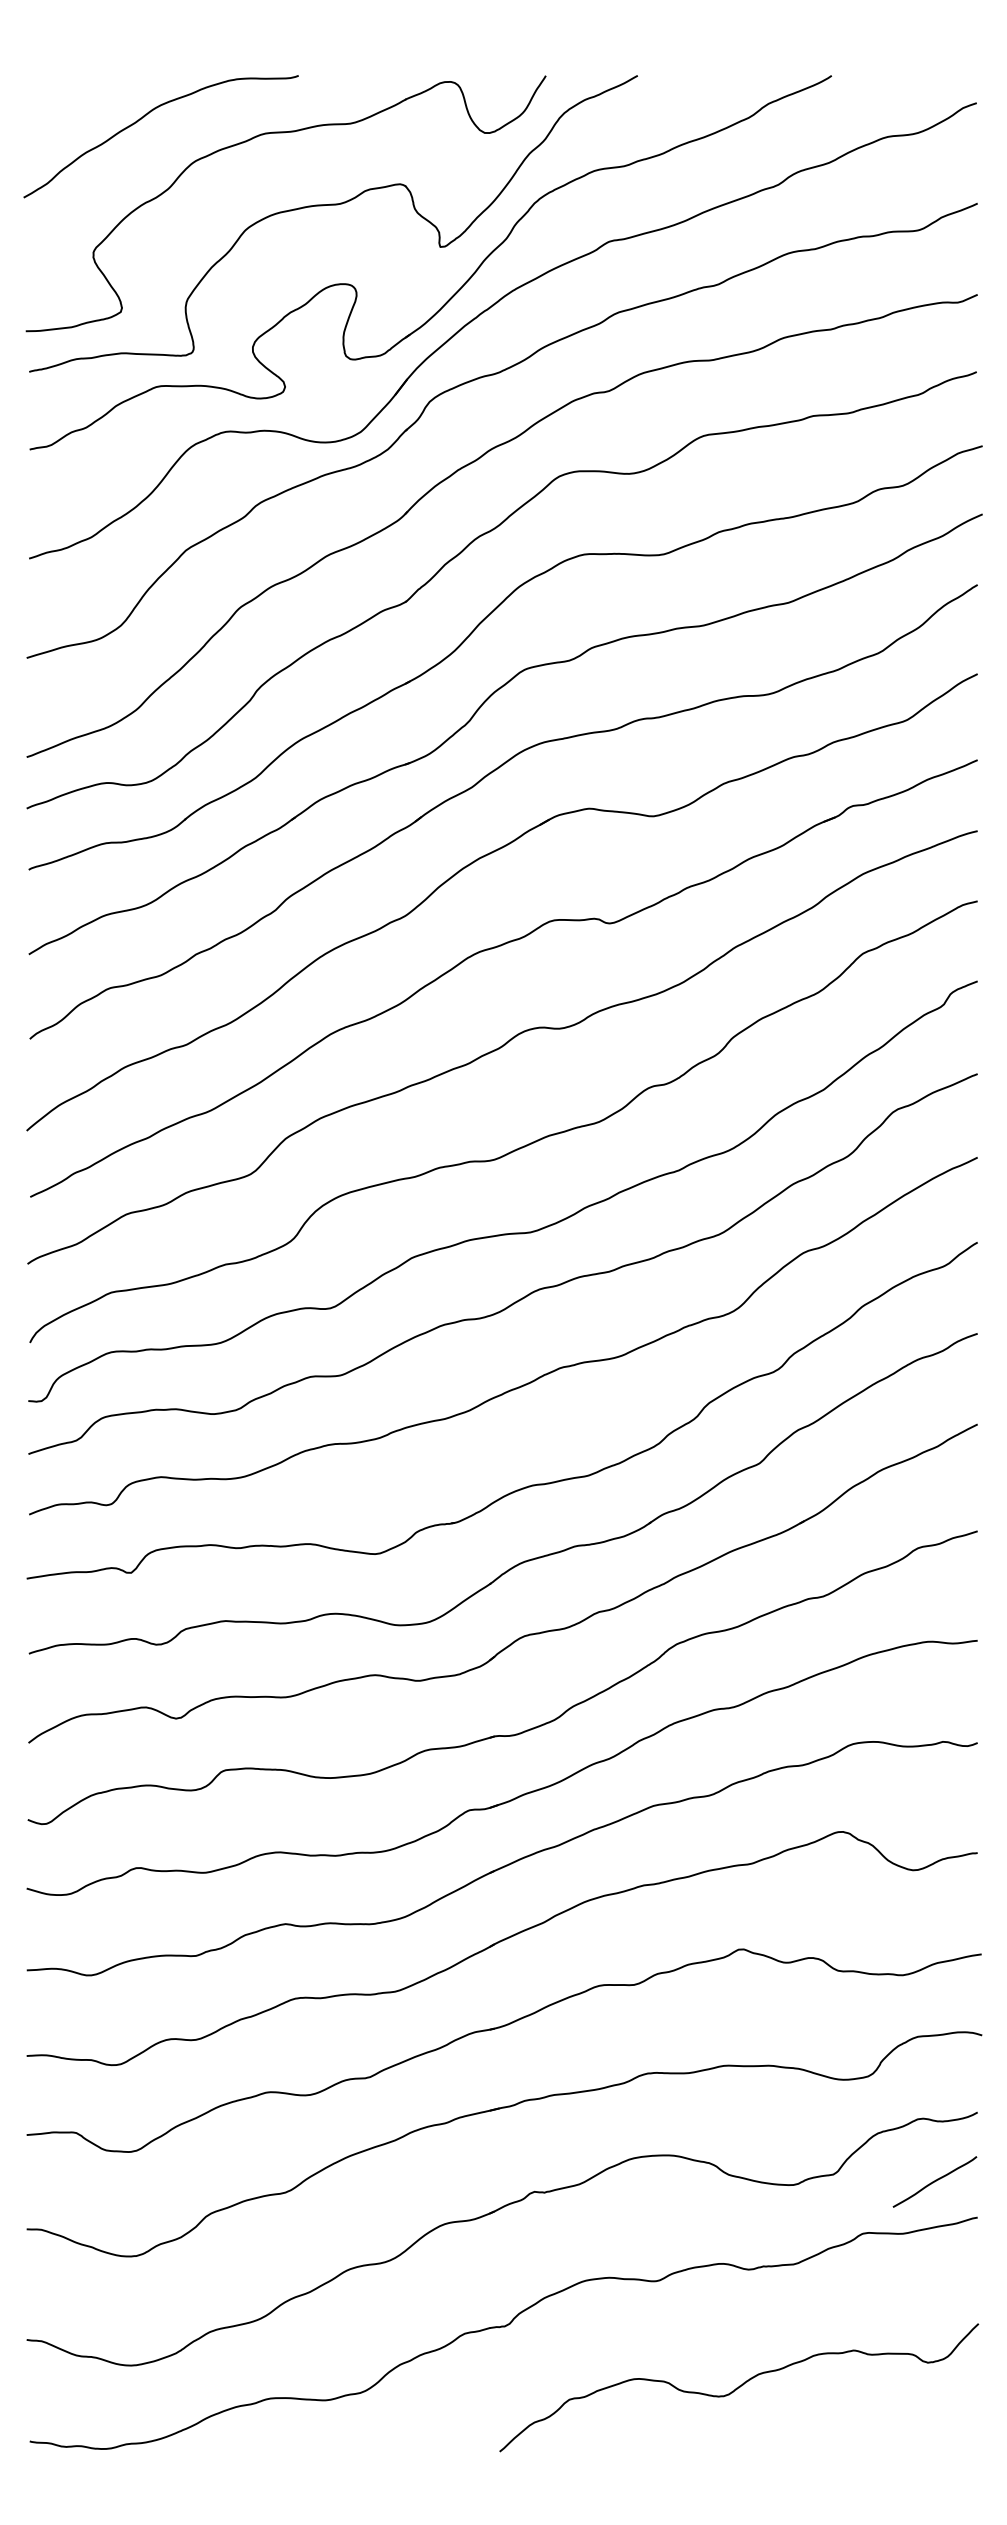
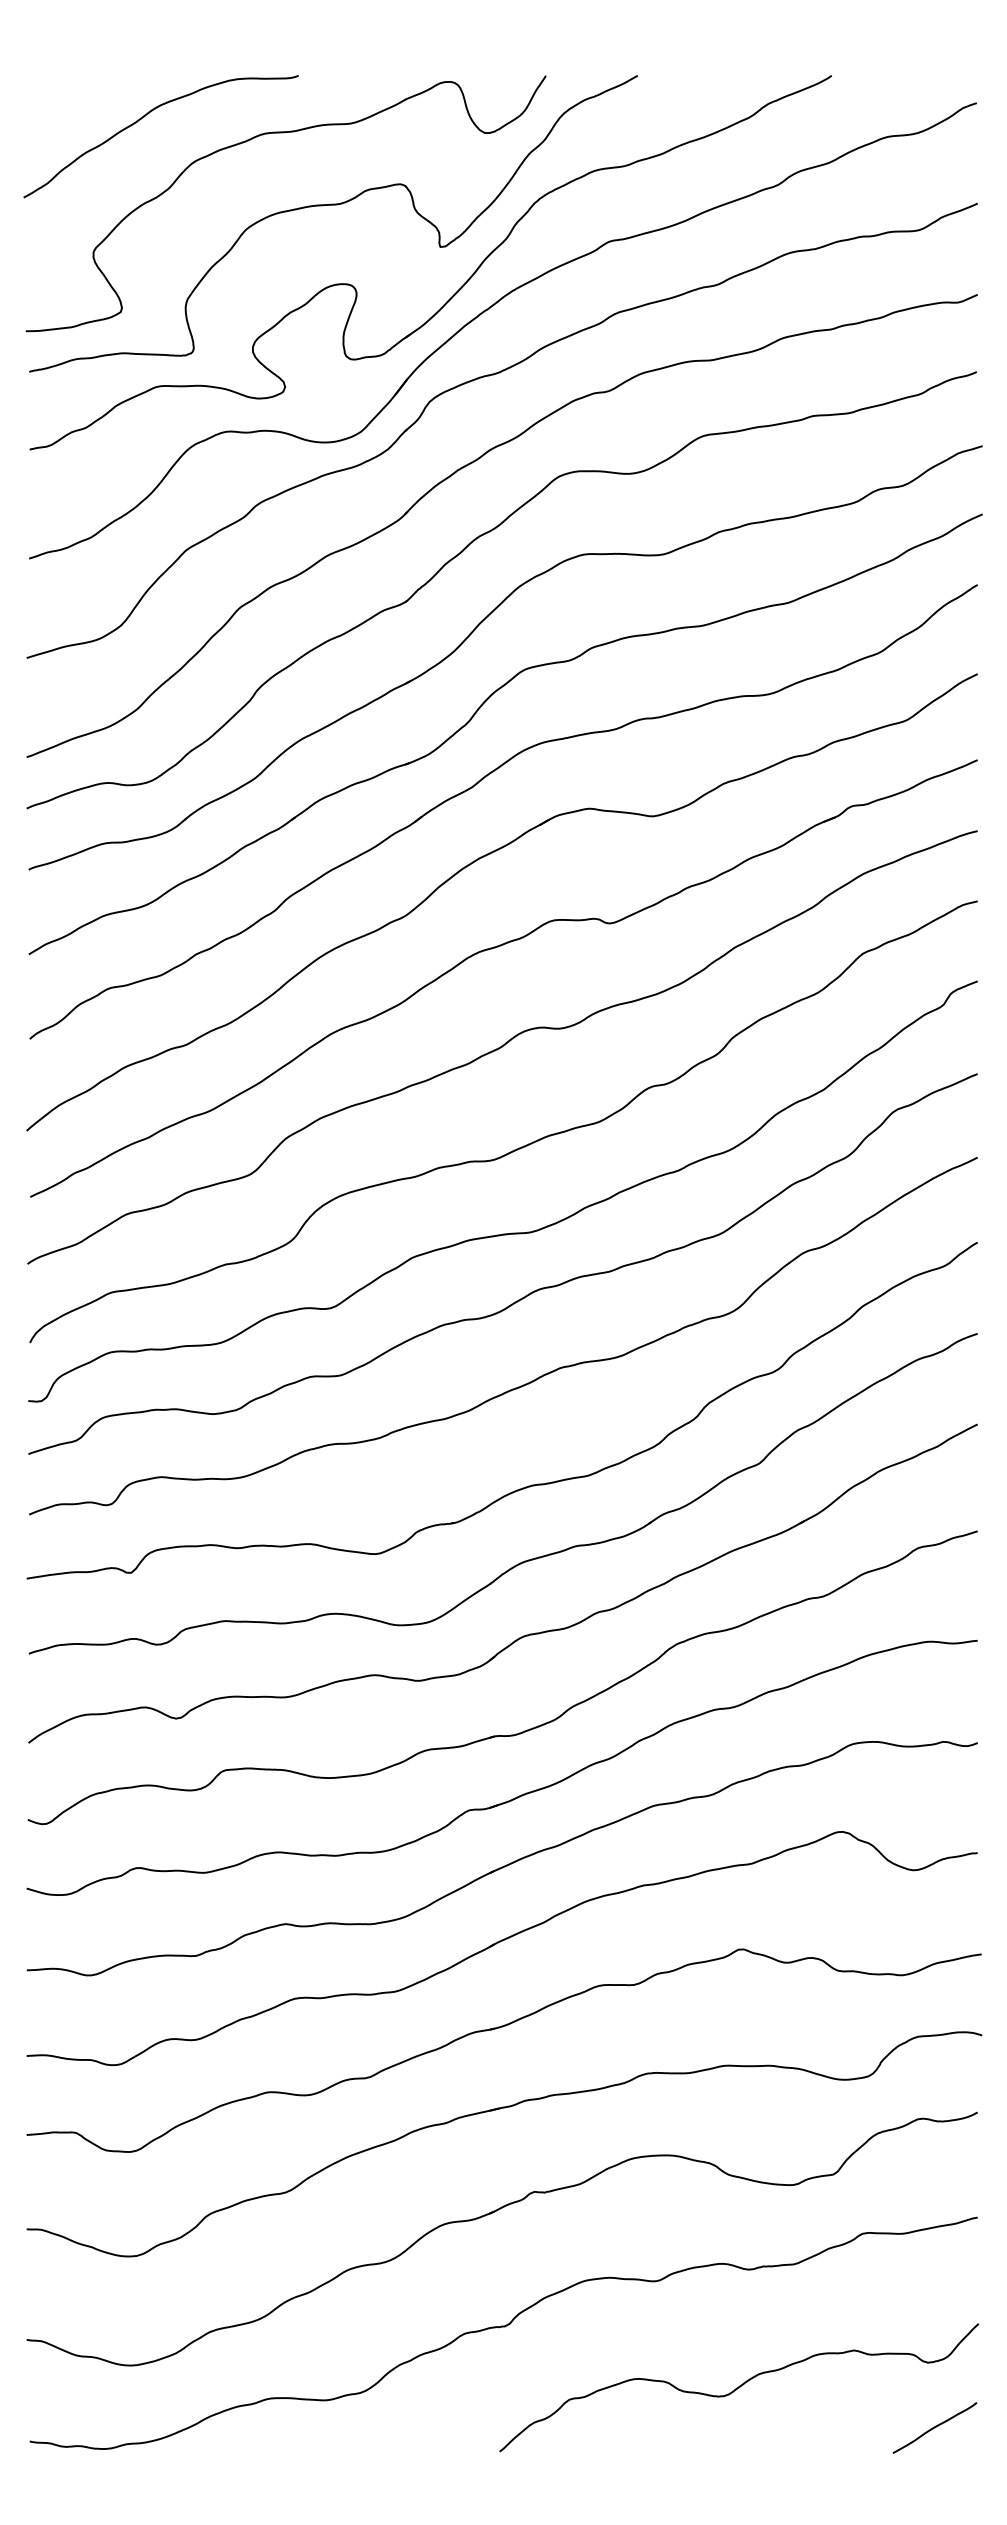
curve at (934, 2181) position: (934, 2181) -> (934, 2427)
